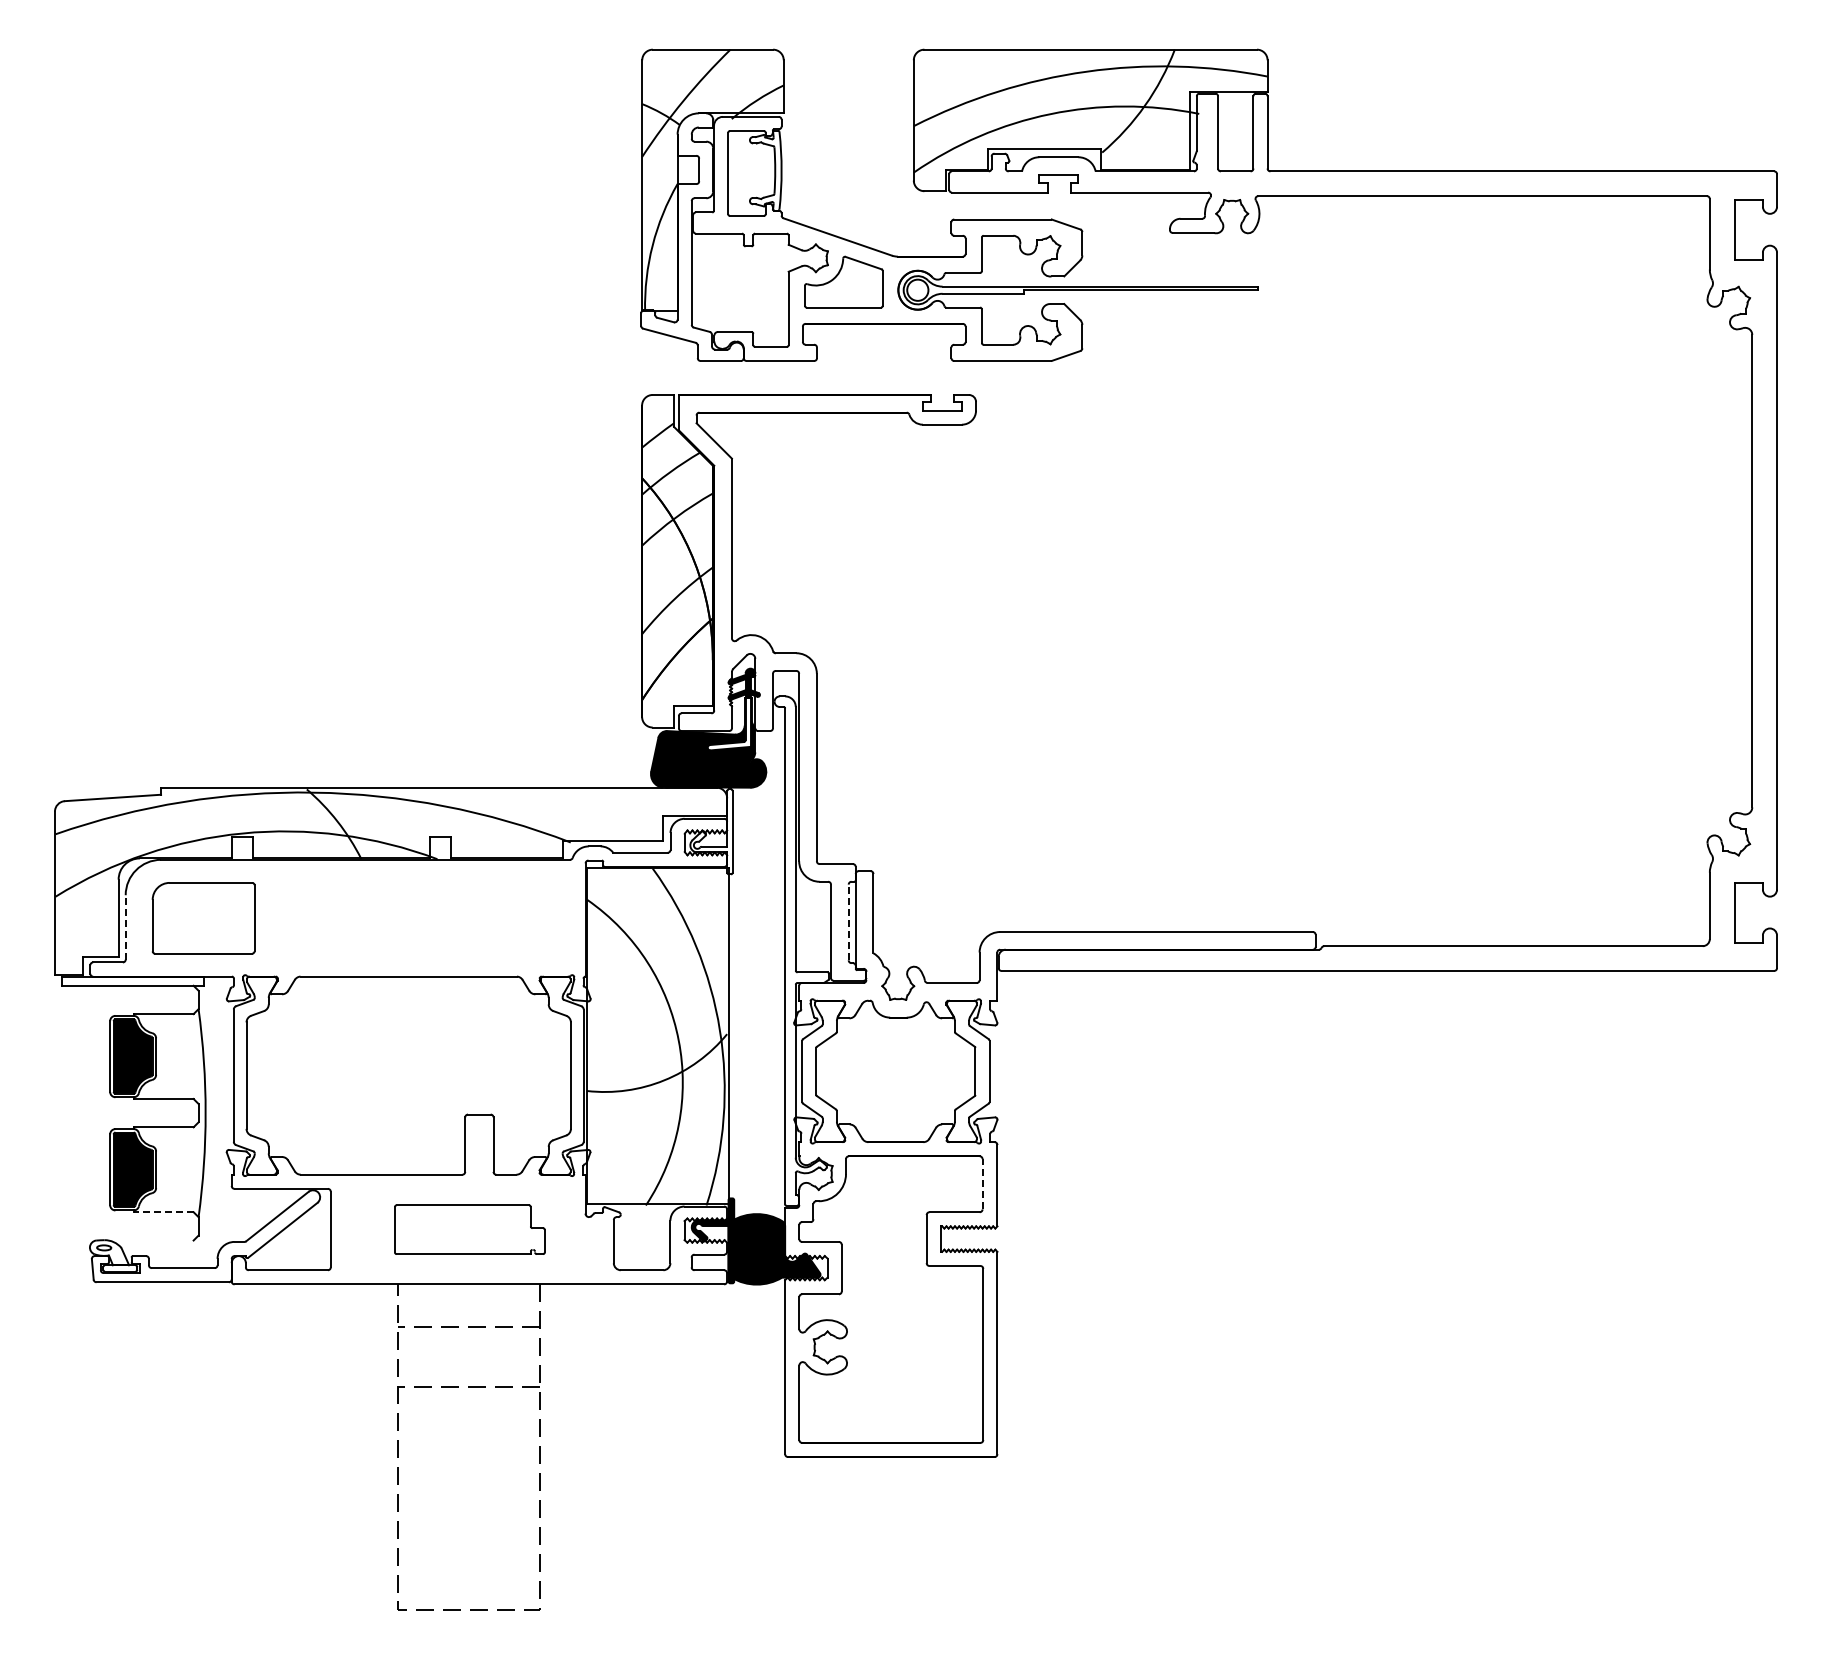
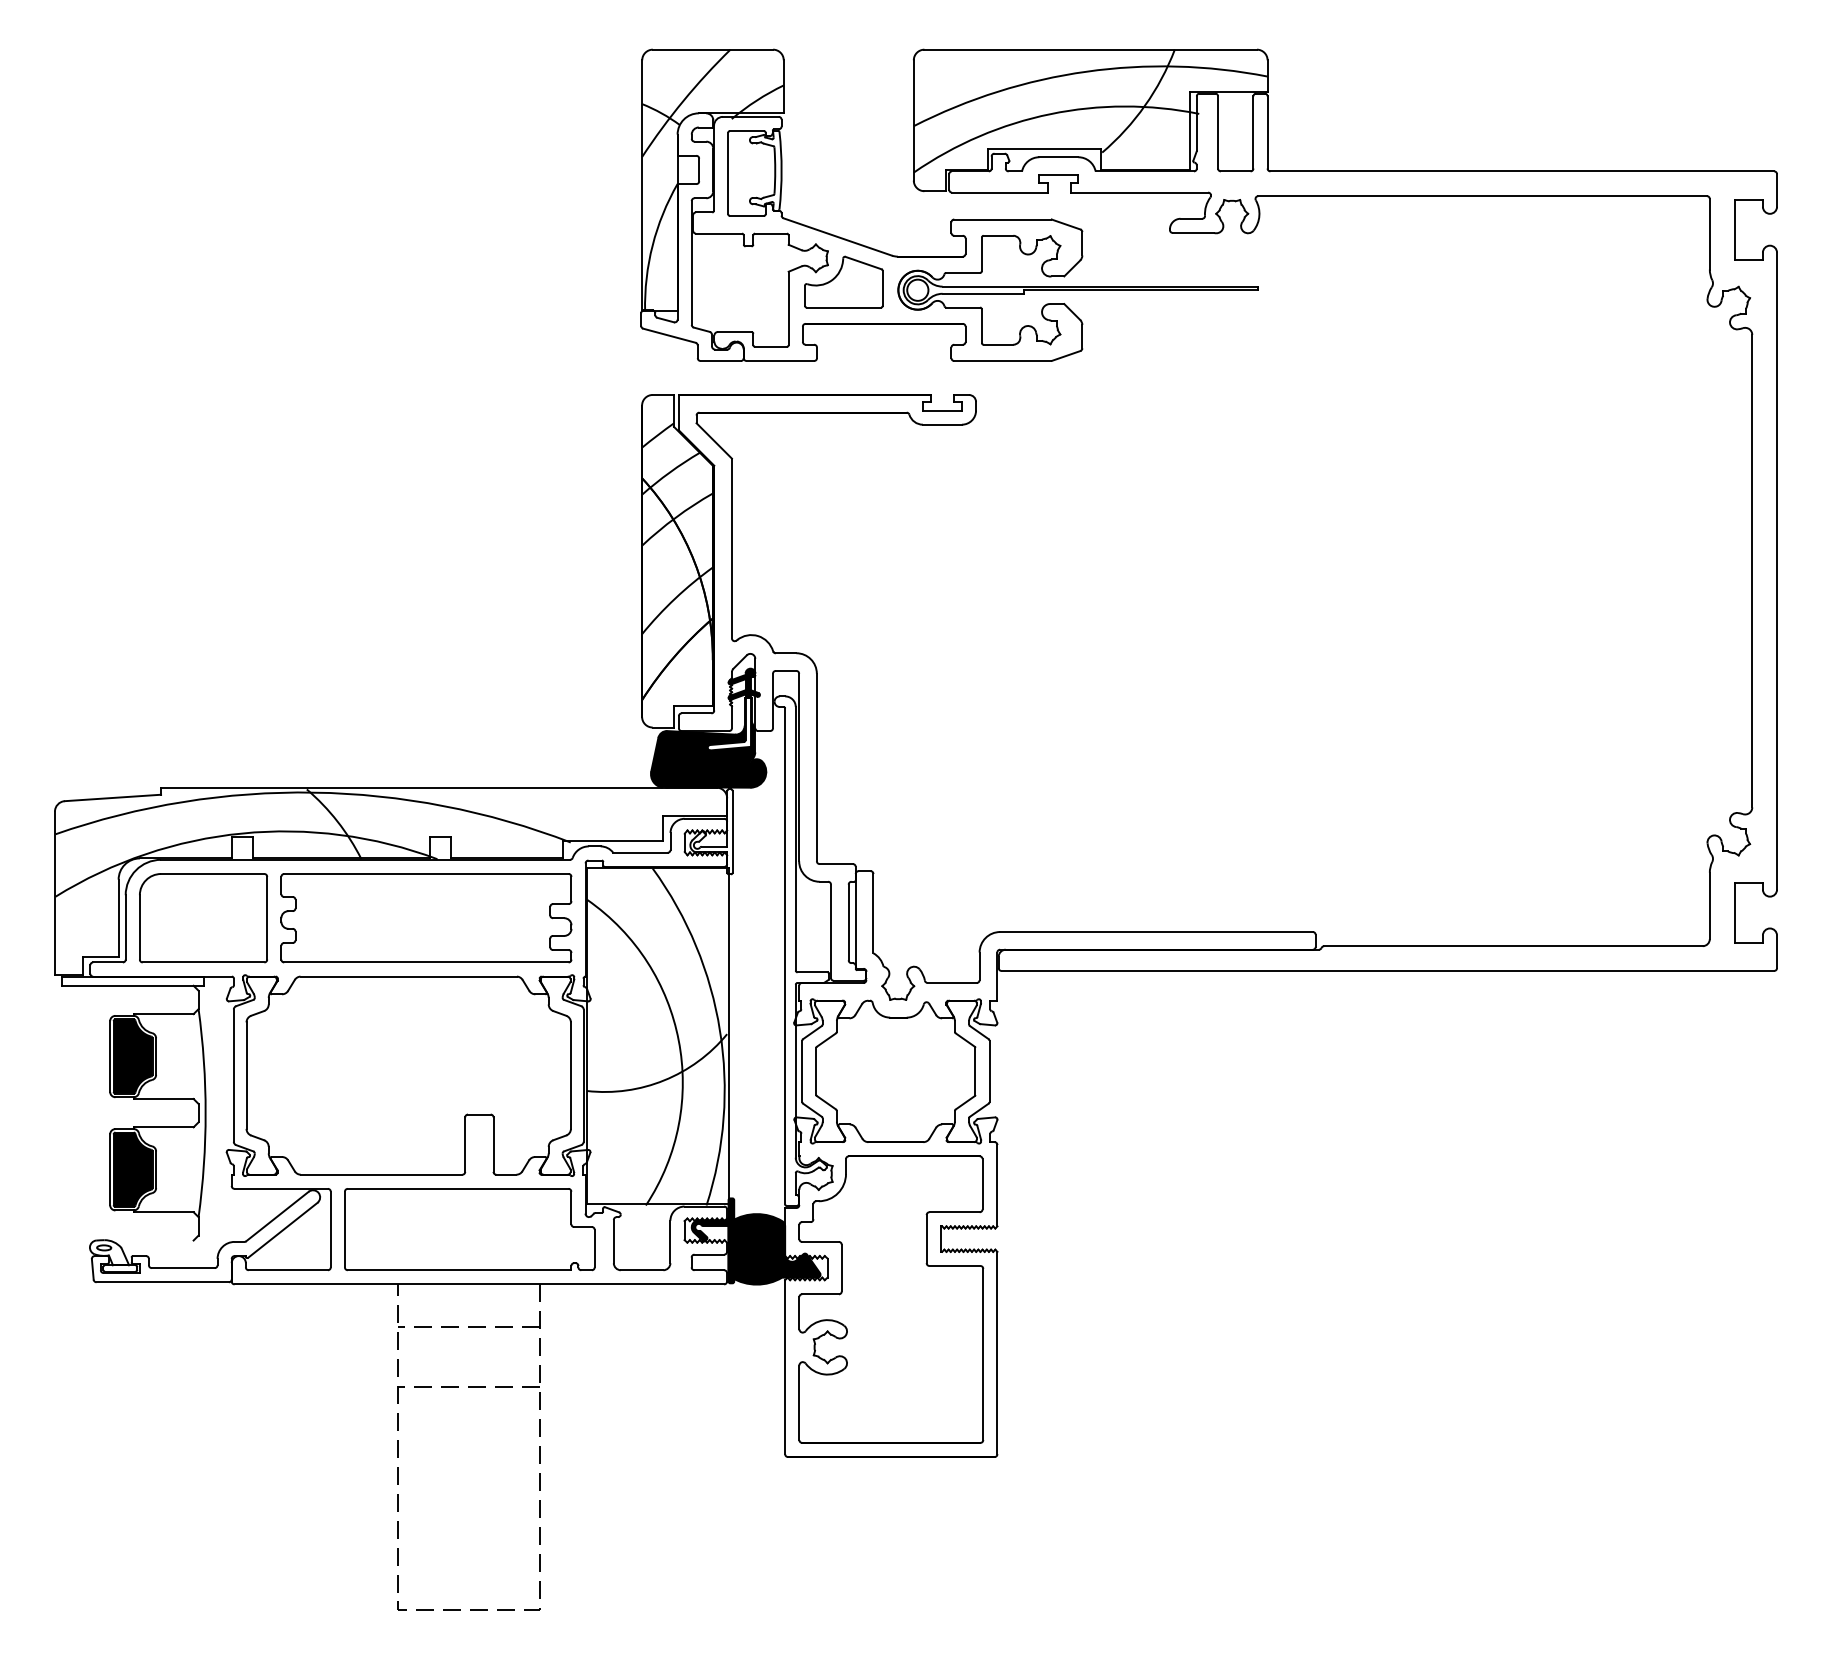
part at (203, 918) size: 105x73 px -> 130x91 px
part at (426, 918): none -> present
line at (848, 922): dashed -> solid
line at (125, 926): dashed -> solid
line at (982, 1183): dashed -> solid
line at (163, 1212): dashed -> solid
part at (469, 1229) size: 152x51 px -> 252x84 px
